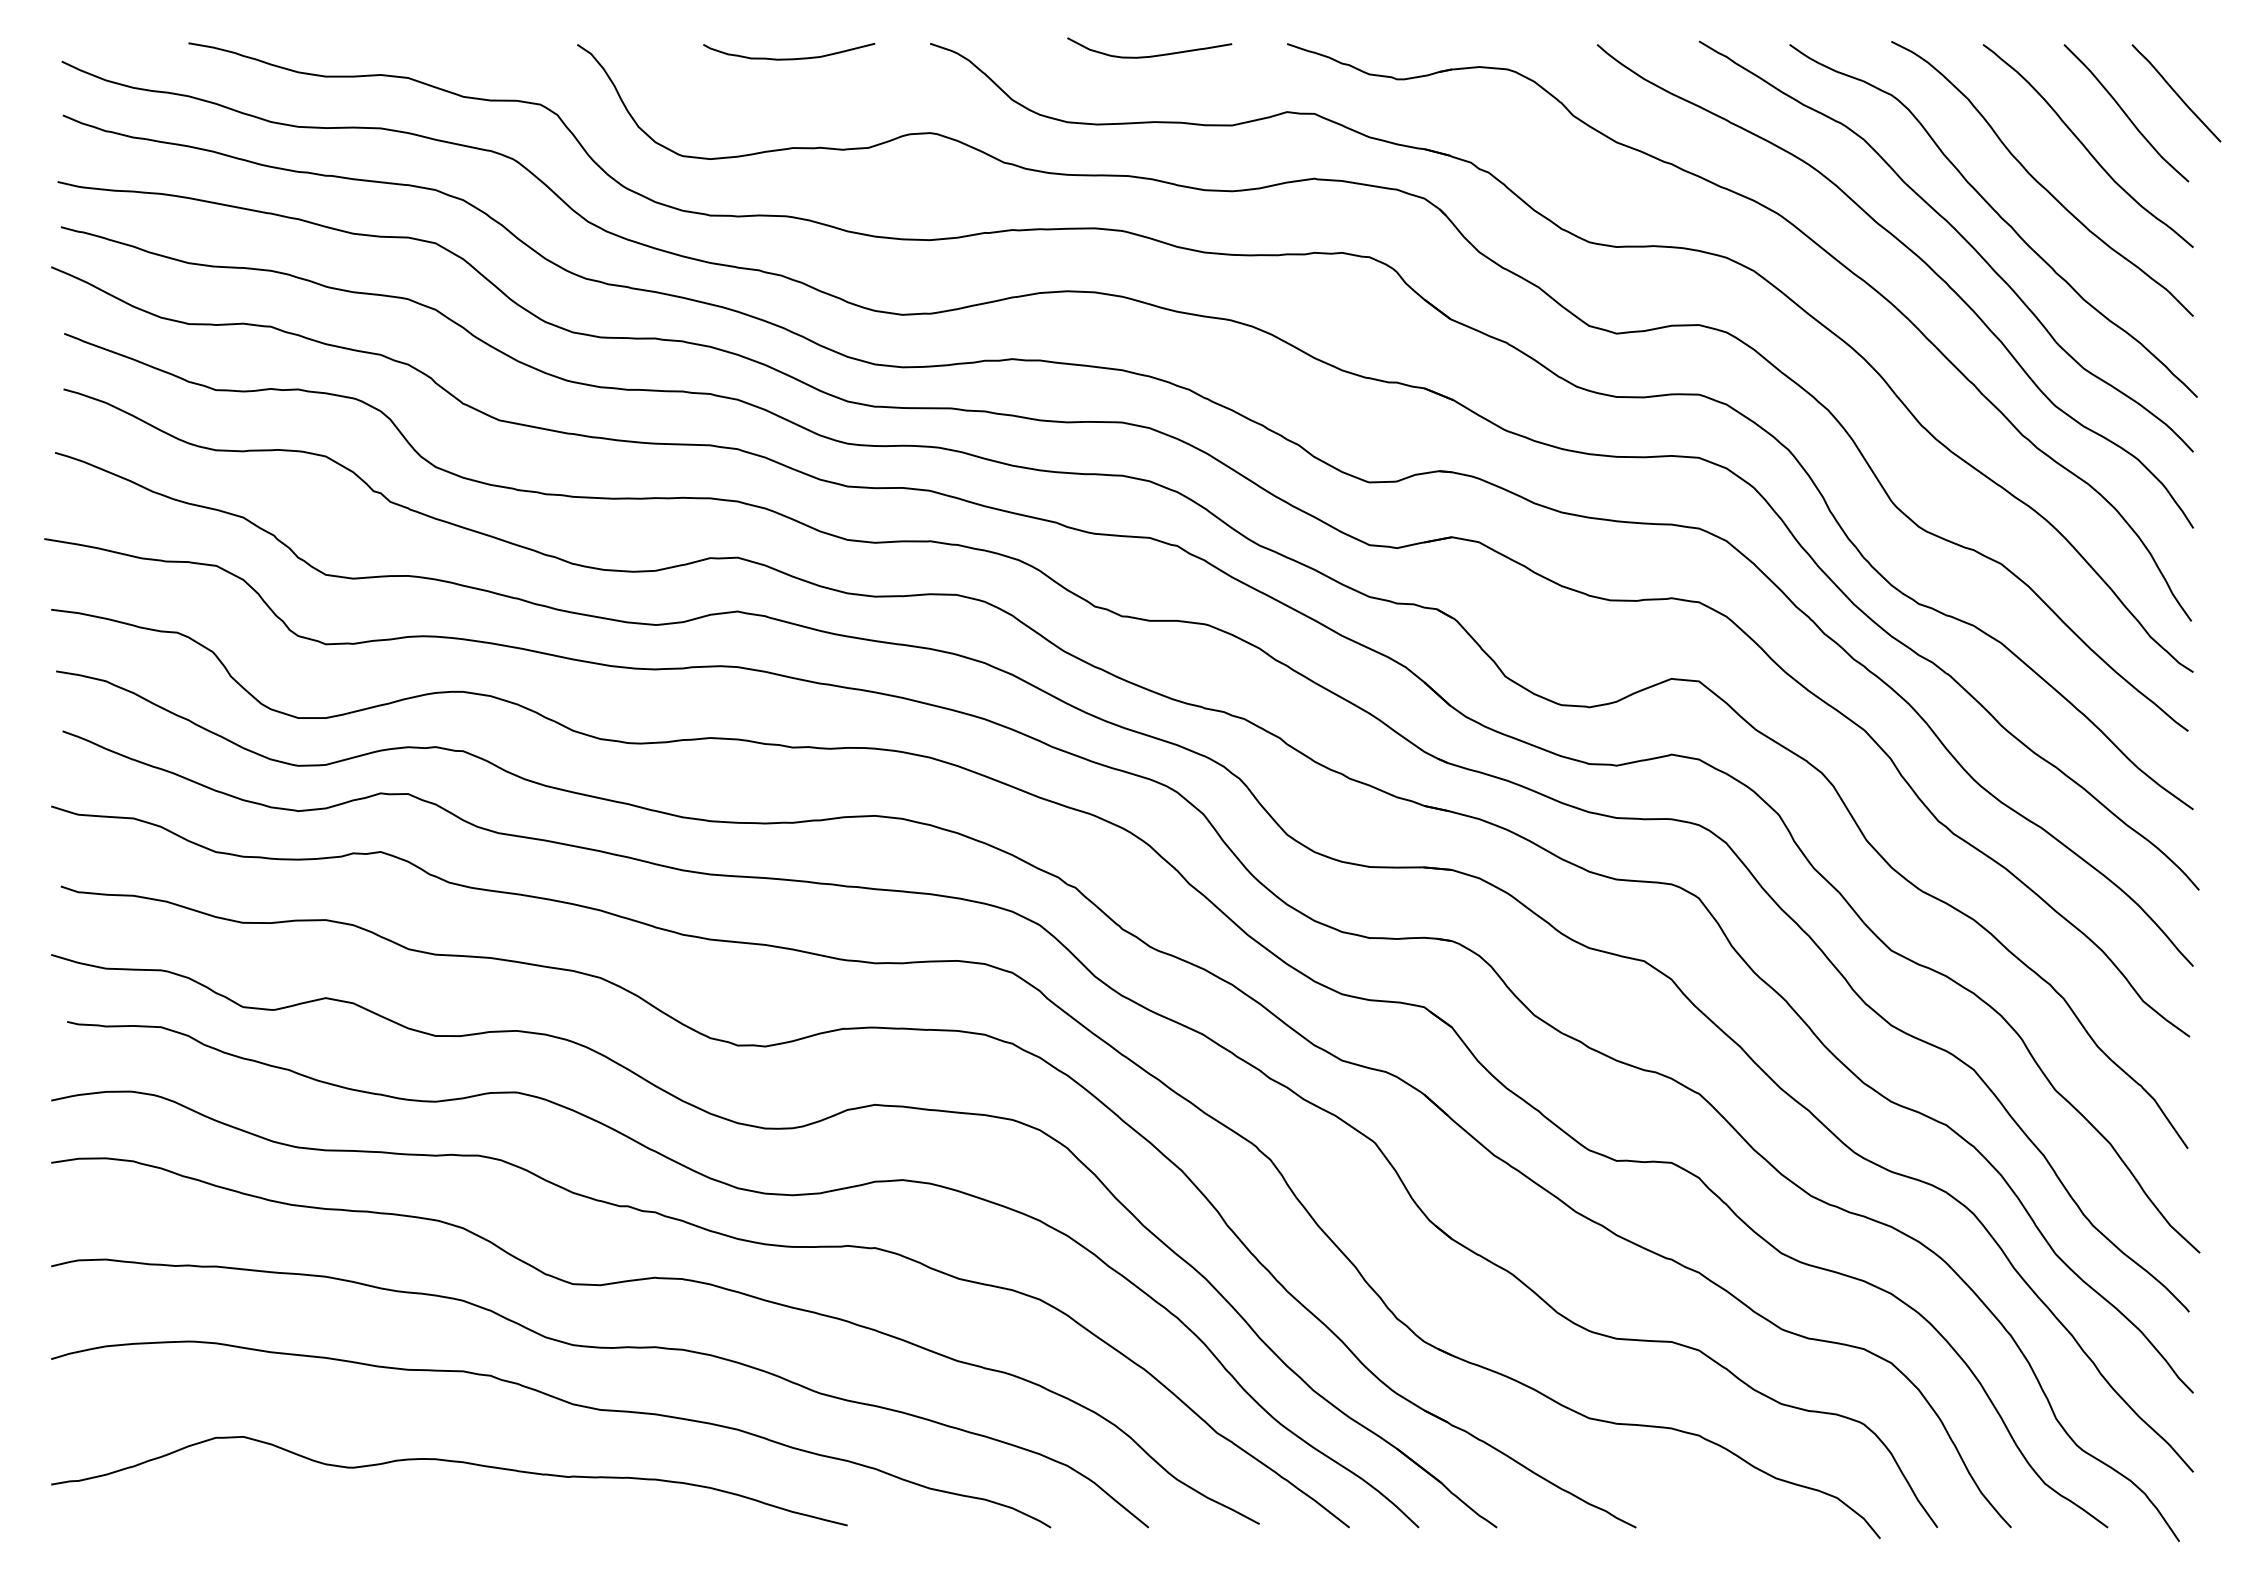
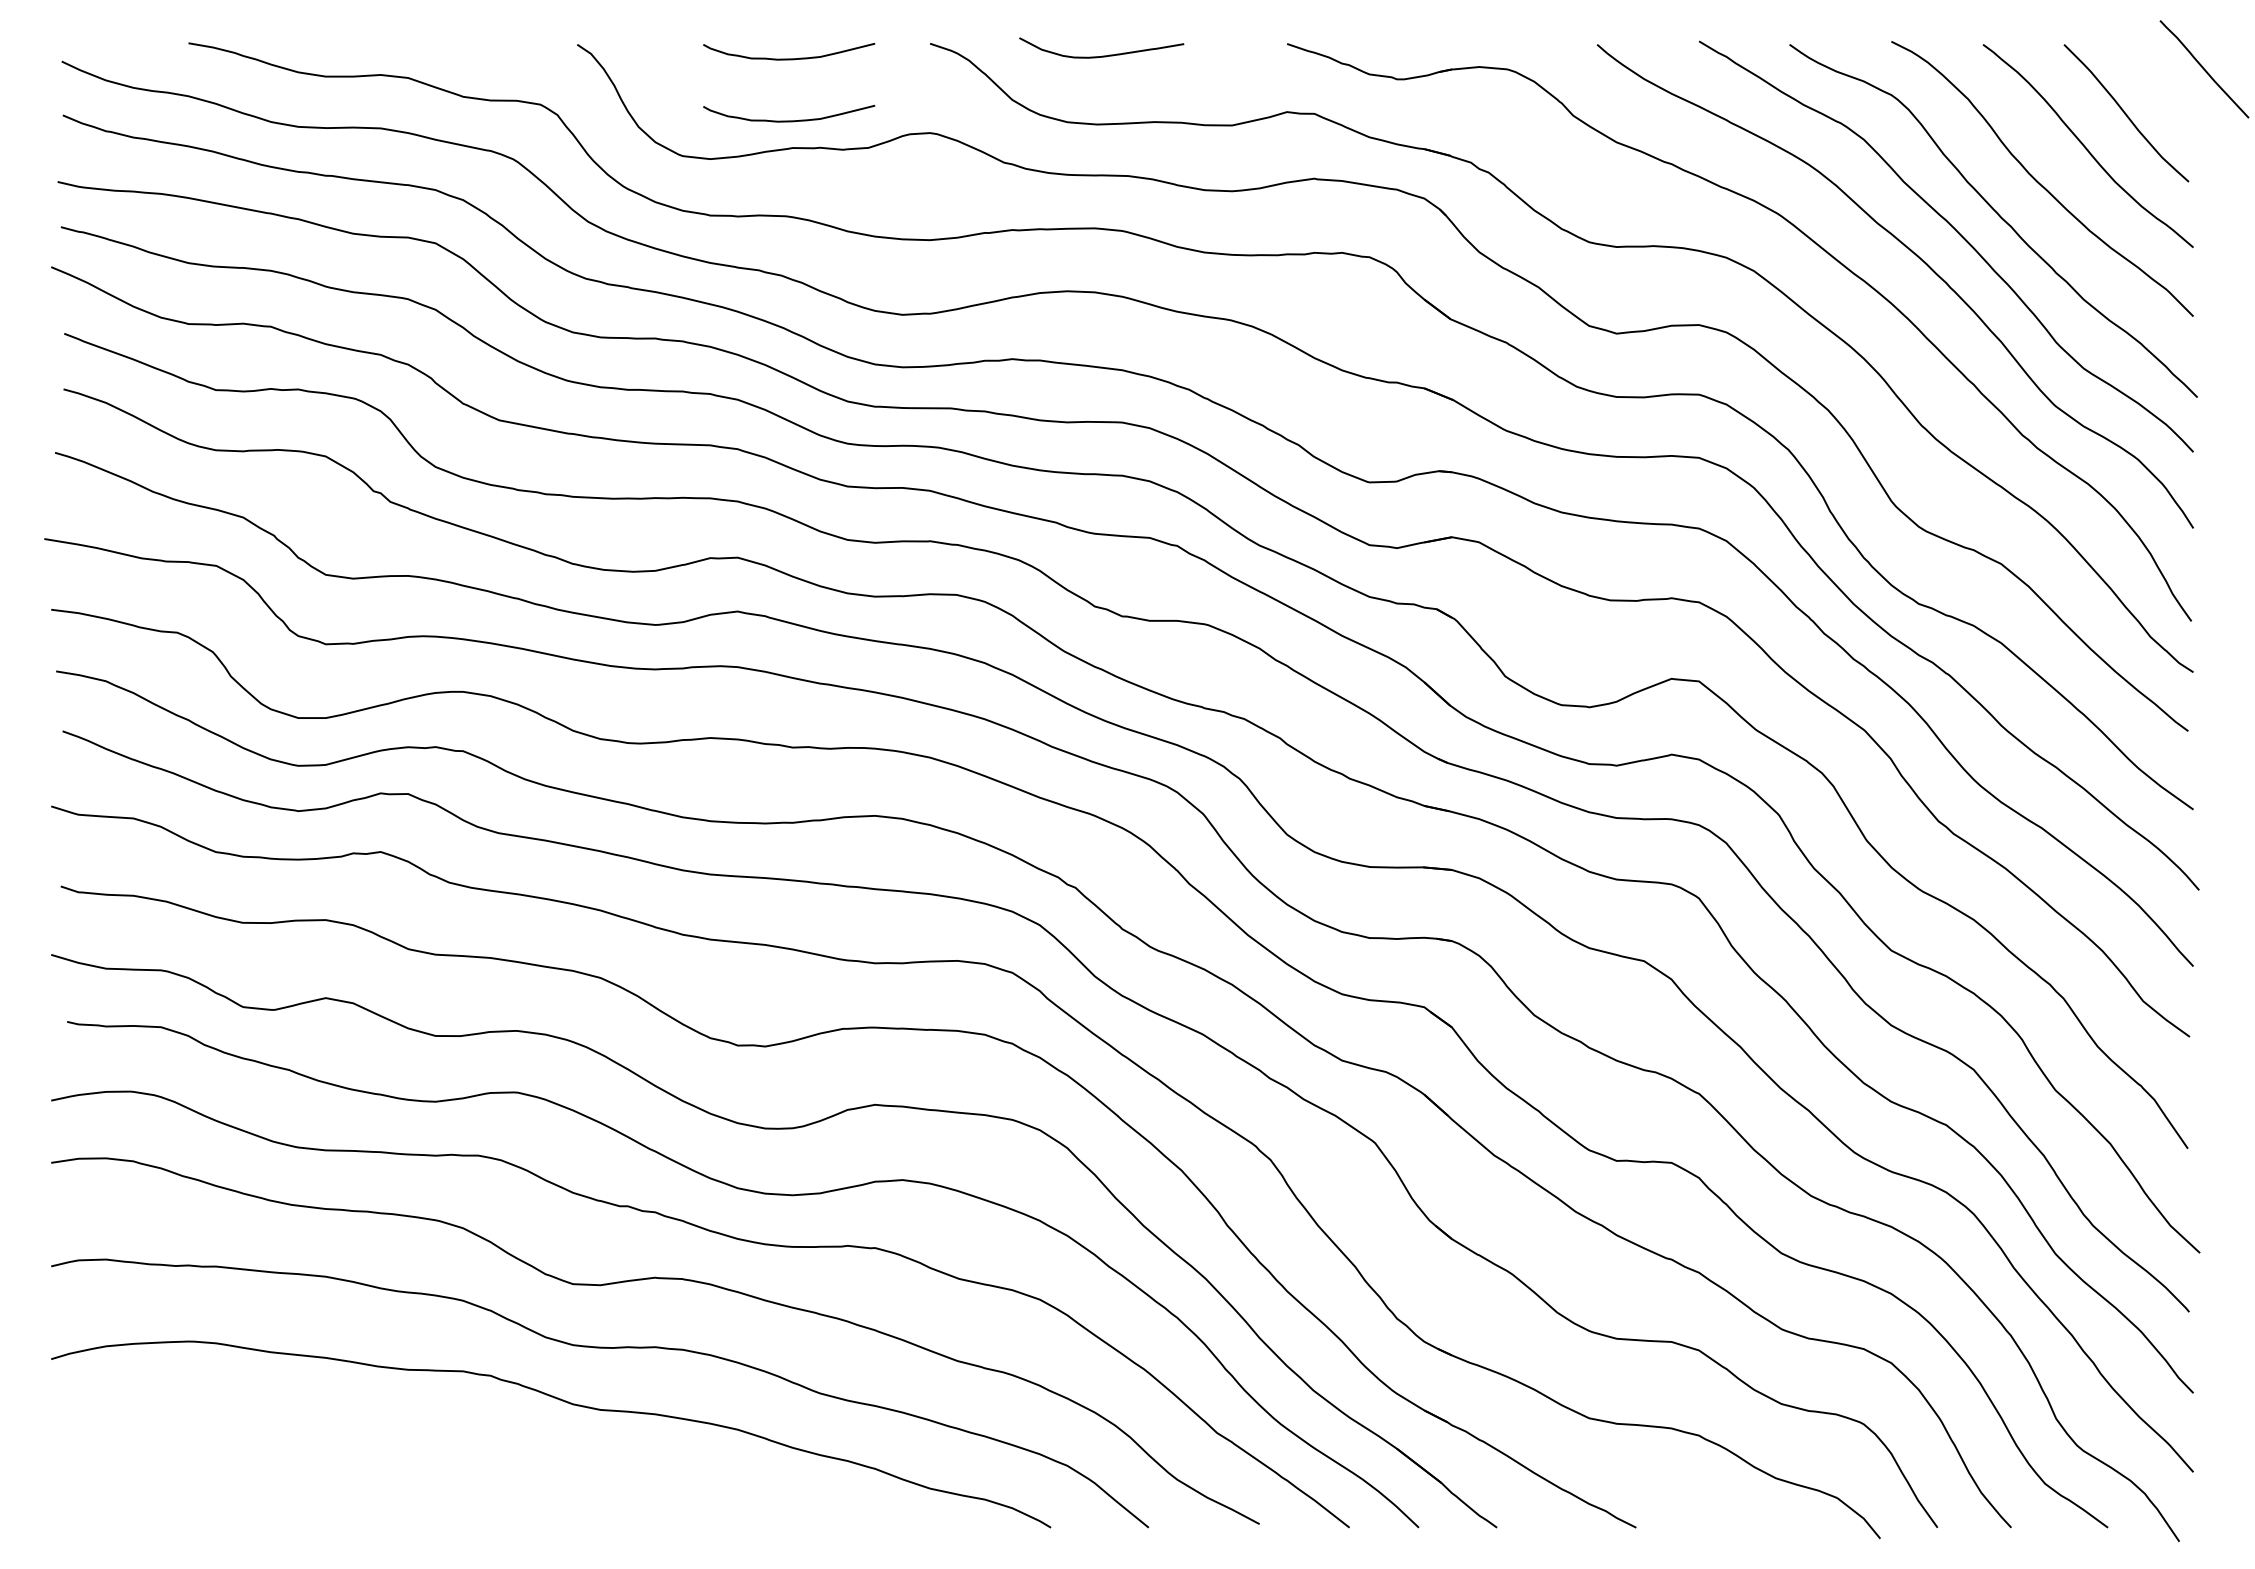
curve at (1150, 55) position: (1150, 55) -> (1102, 55)
curve at (2176, 93) position: (2176, 93) -> (2204, 69)
curve at (789, 120): none -> present
curve at (452, 1462): present -> none
